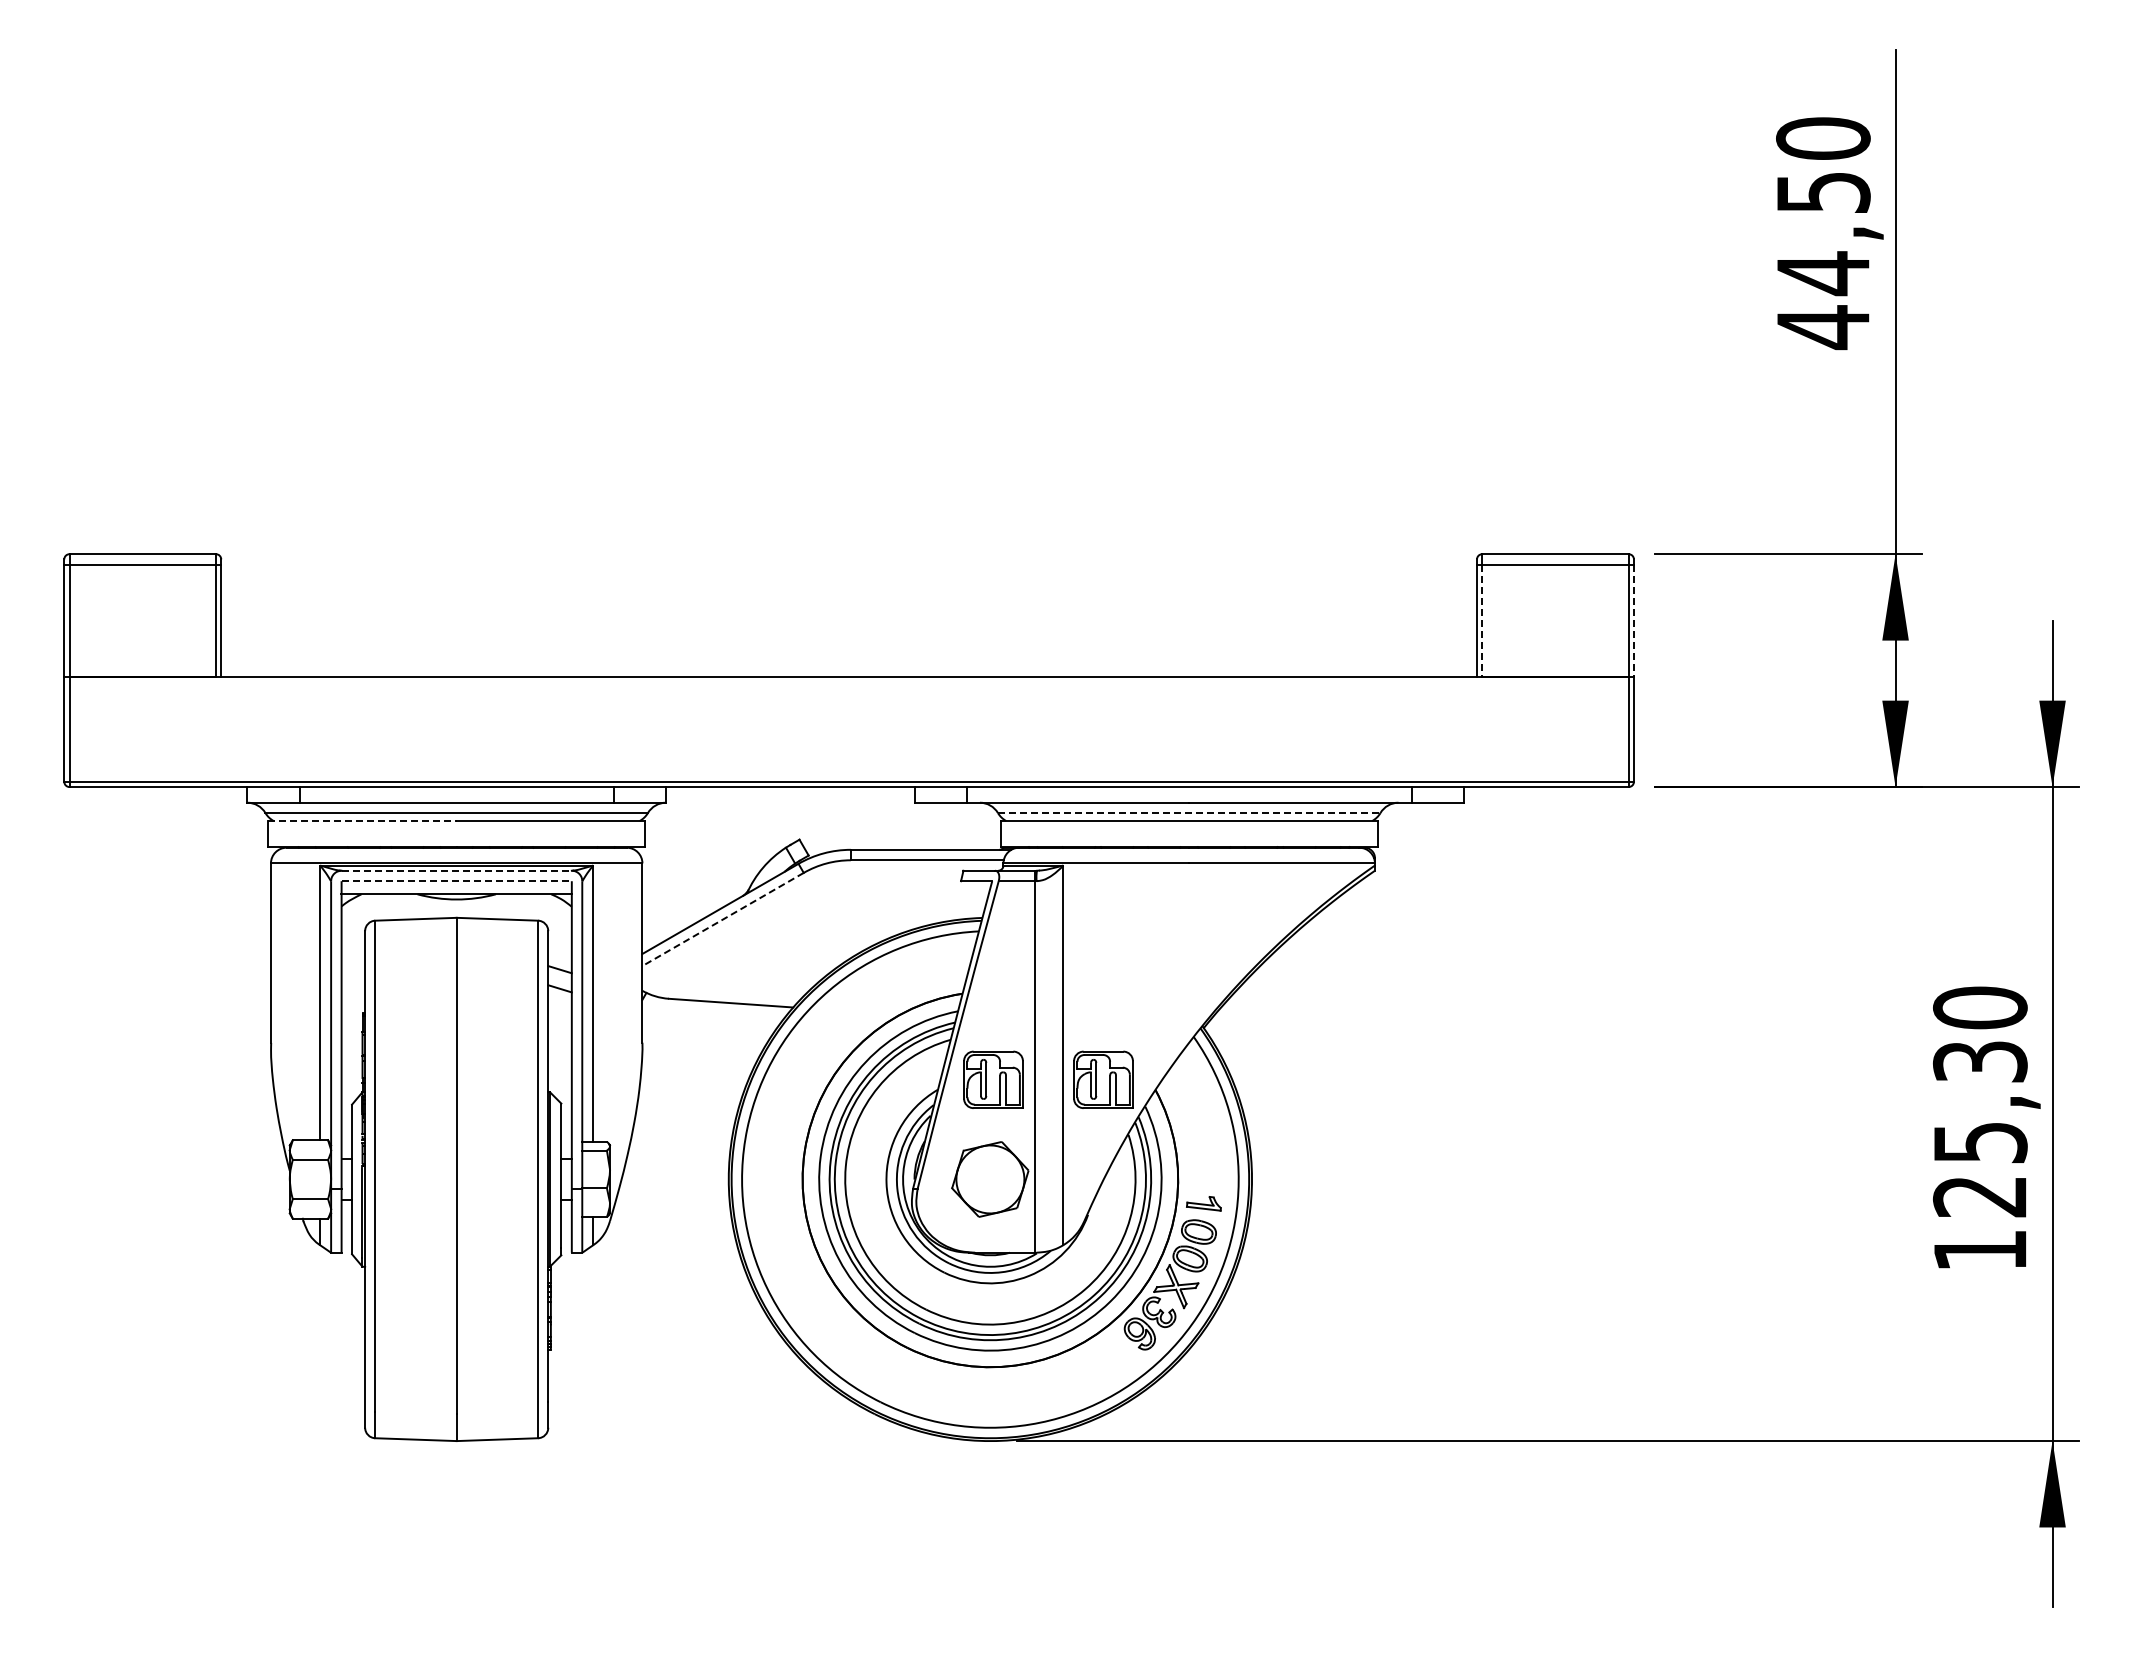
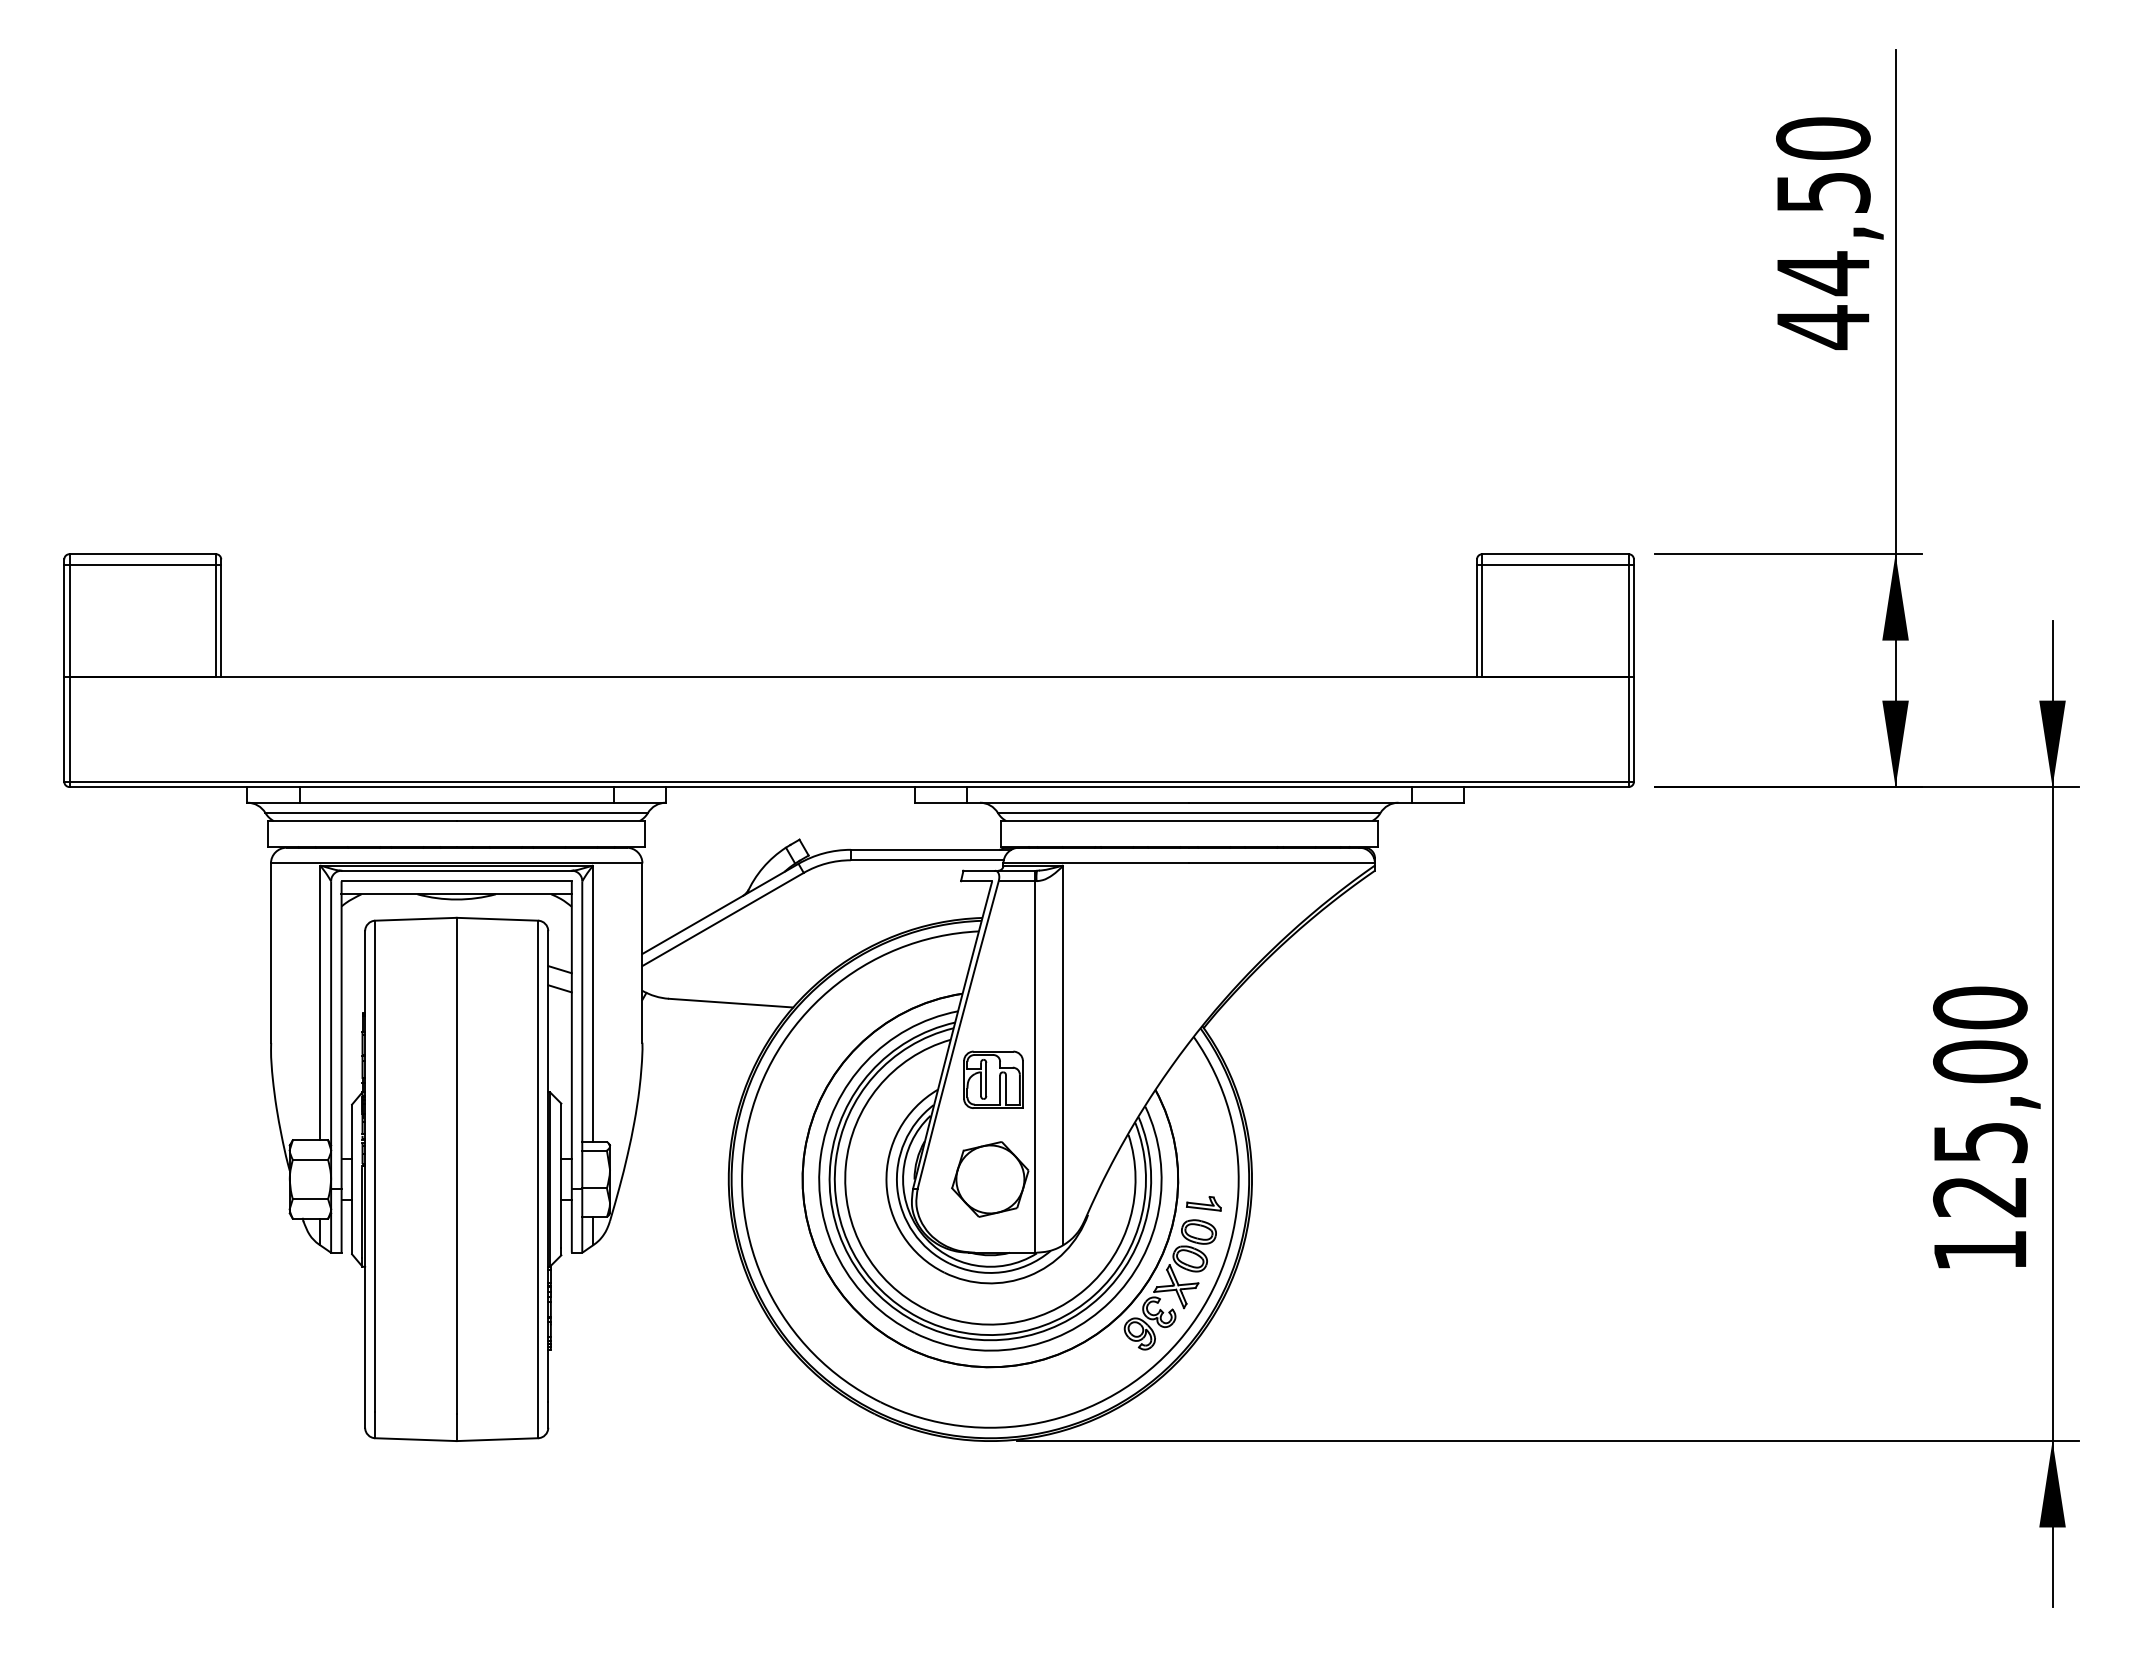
line at (1482, 621): dashed -> solid
line at (1633, 621): dashed -> solid
line at (1189, 813): dashed -> solid
line at (363, 821): dashed -> solid
line at (457, 870): dashed -> solid
line at (457, 881): dashed -> solid
line at (722, 919): dashed -> solid
text at (1980, 1061): 125,30 -> 125,00
part at (1103, 1079): present -> none
